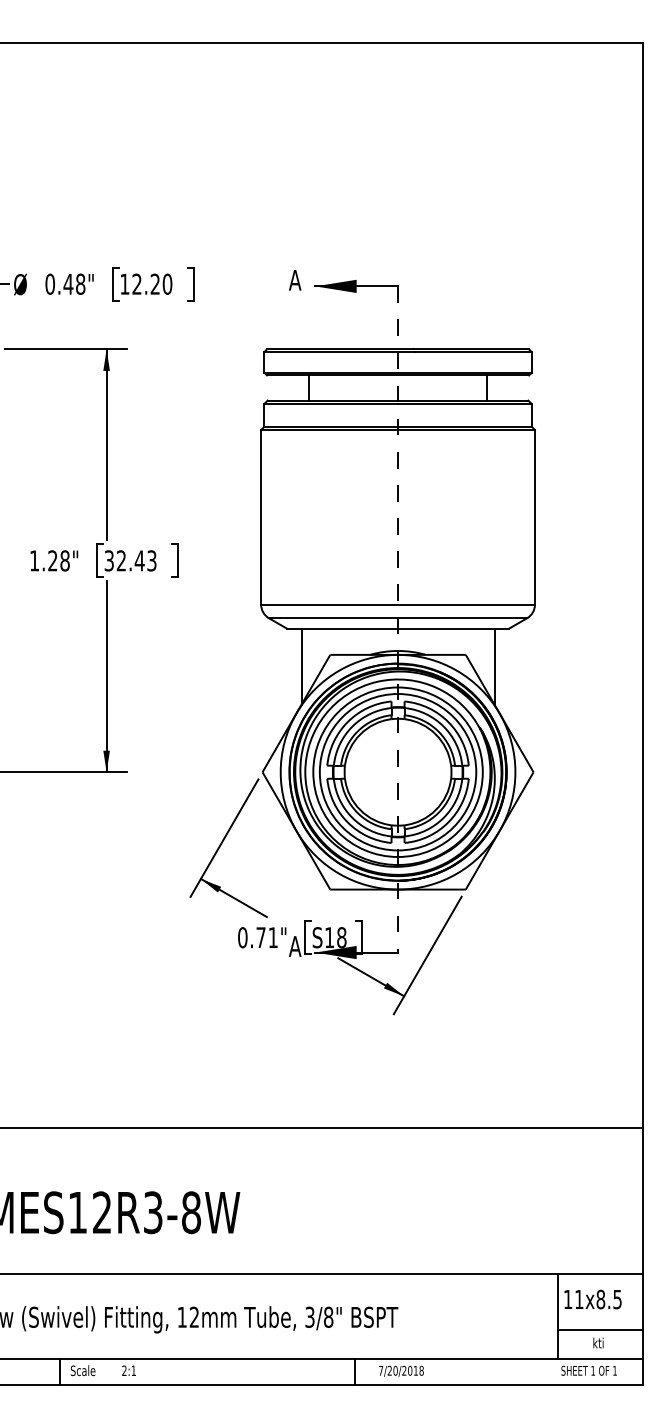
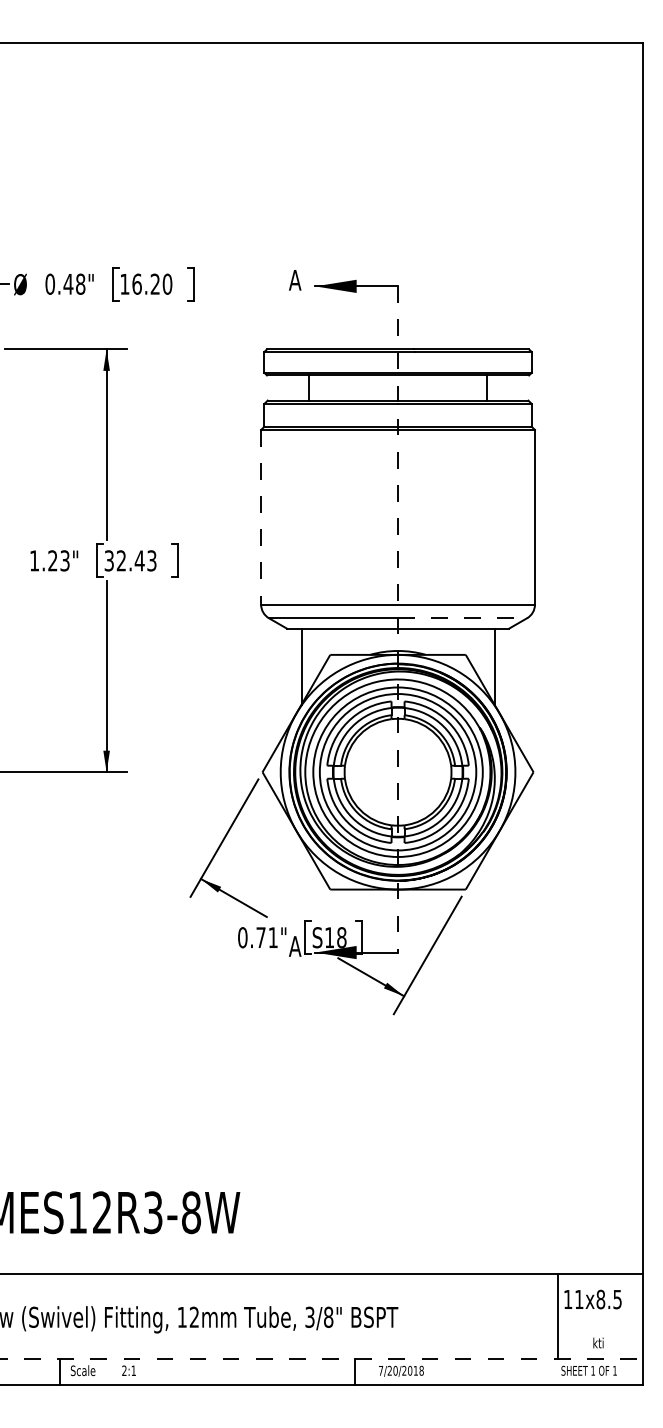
text at (136, 283): 12.20 -> 16.20
line at (261, 517): solid -> dashed
text at (64, 560): 1.28" -> 1.23"
line at (462, 618): solid -> dashed
line at (322, 1127): present -> none
line at (600, 1329): present -> none
line at (322, 1359): solid -> dashed
